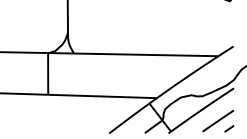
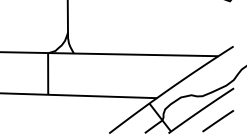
line at (229, 128): present -> none
